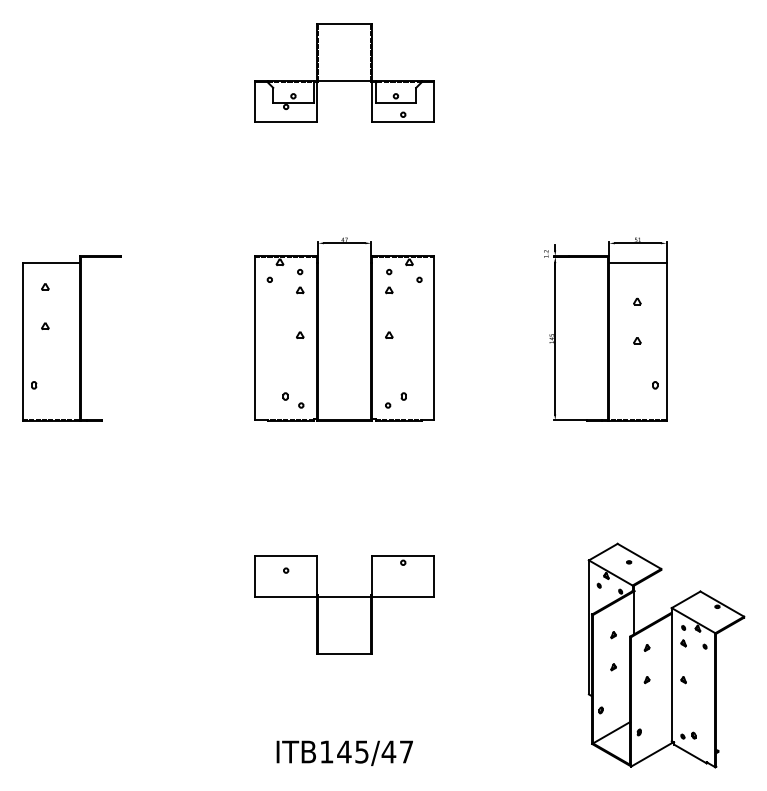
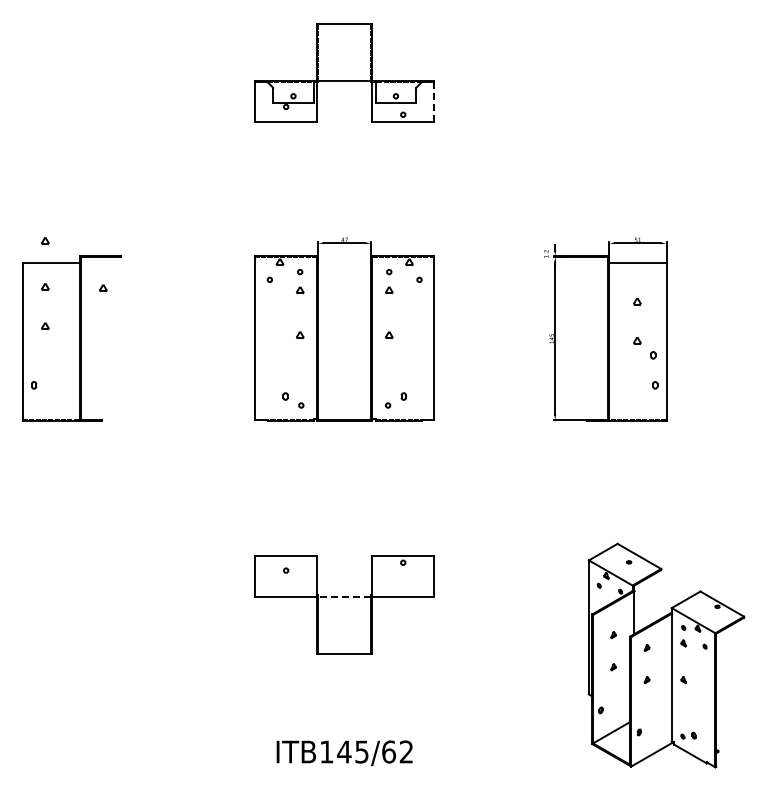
line at (434, 101): solid -> dashed
part at (45, 240): none -> present
part at (103, 287): none -> present
part at (653, 355): none -> present
line at (344, 596): solid -> dashed
text at (396, 751): ITB145/47 -> ITB145/62
